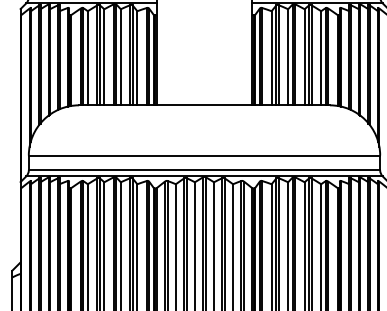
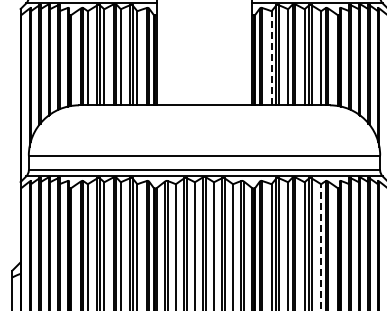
line at (271, 57): solid -> dashed
line at (321, 247): solid -> dashed
